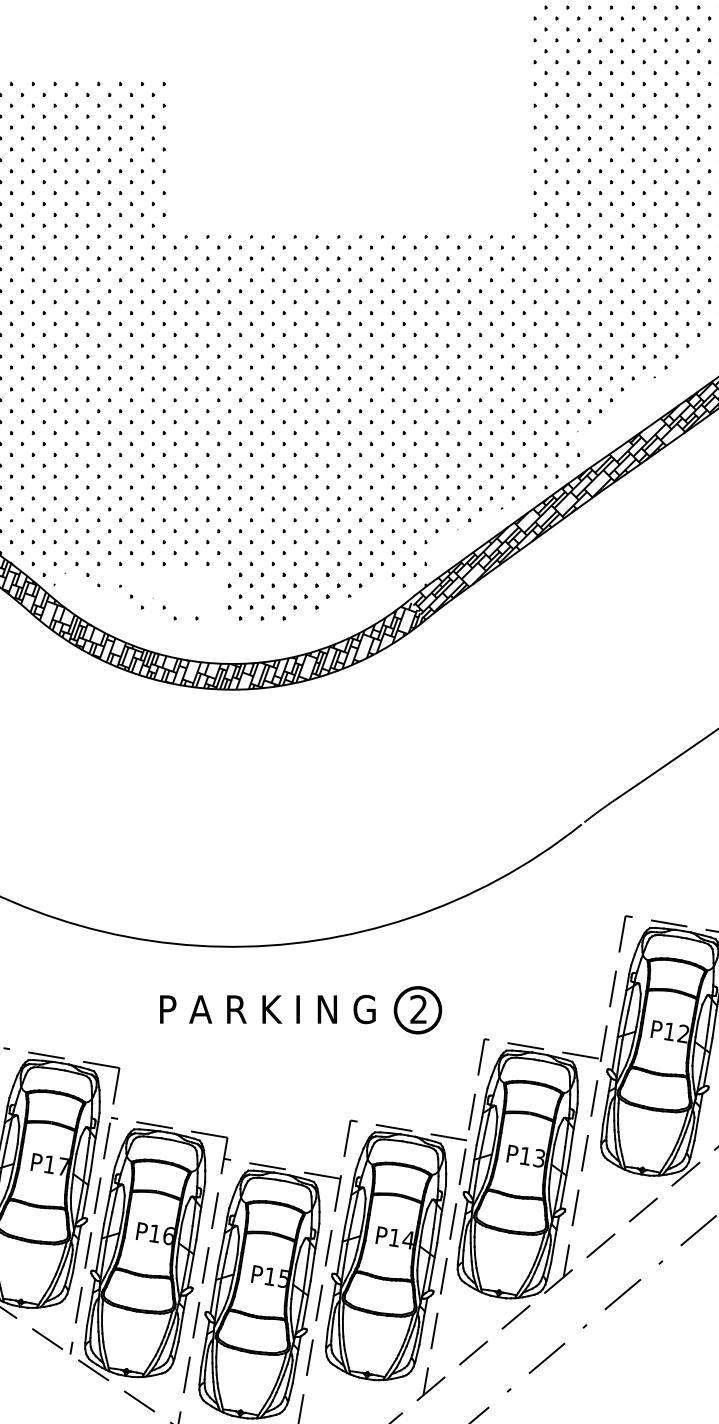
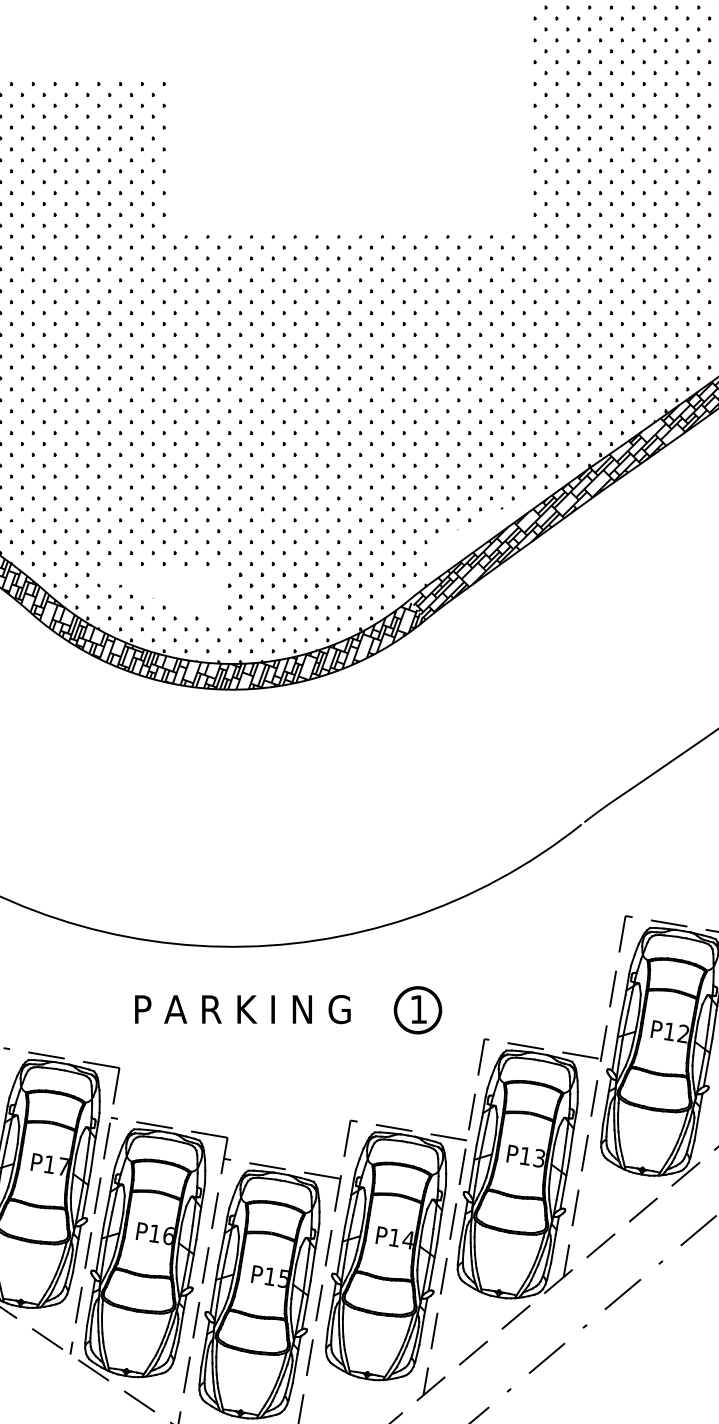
hatch at (643, 405): none -> present
hatch at (224, 618): none -> present
text at (418, 1008): 2 -> 1
text at (267, 1009) position: (267, 1009) -> (242, 1009)
